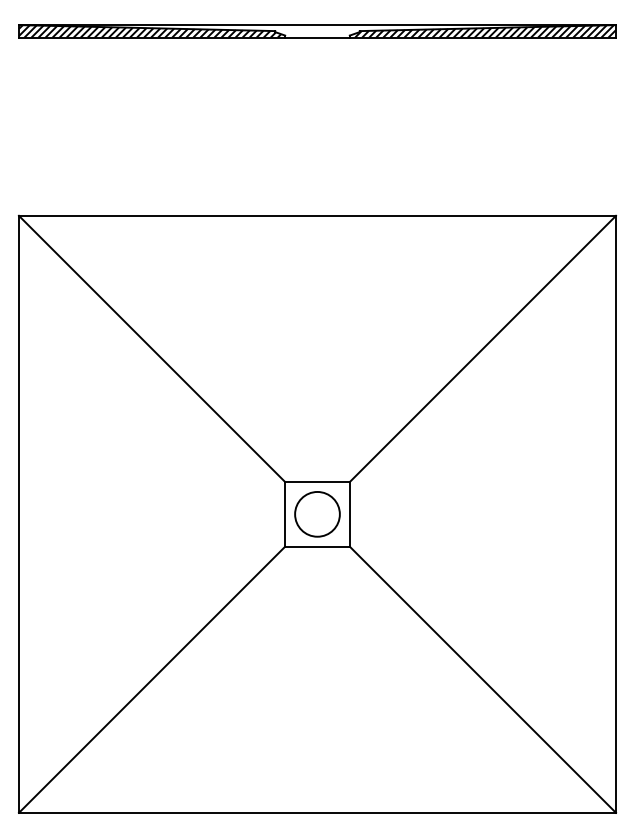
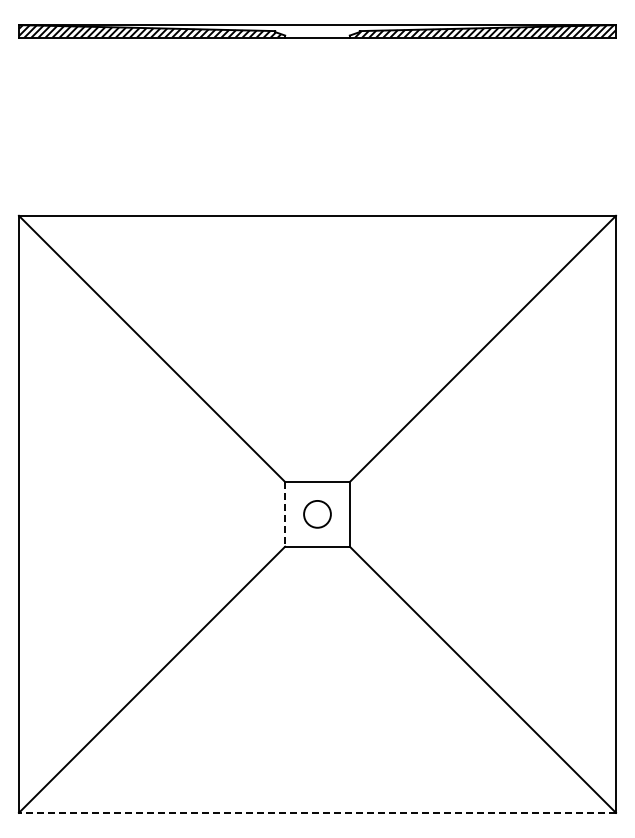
circle at (317, 513) diameter: 45 px -> 27 px
line at (285, 514): solid -> dashed
line at (317, 812): solid -> dashed
